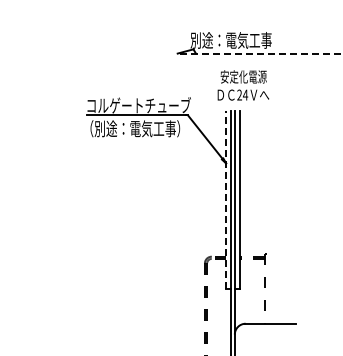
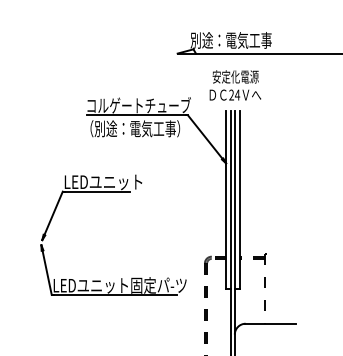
line at (259, 53): dashed -> solid
text at (243, 85) position: (243, 85) -> (235, 85)
part at (113, 192): none -> present
line at (226, 200): dashed -> solid
